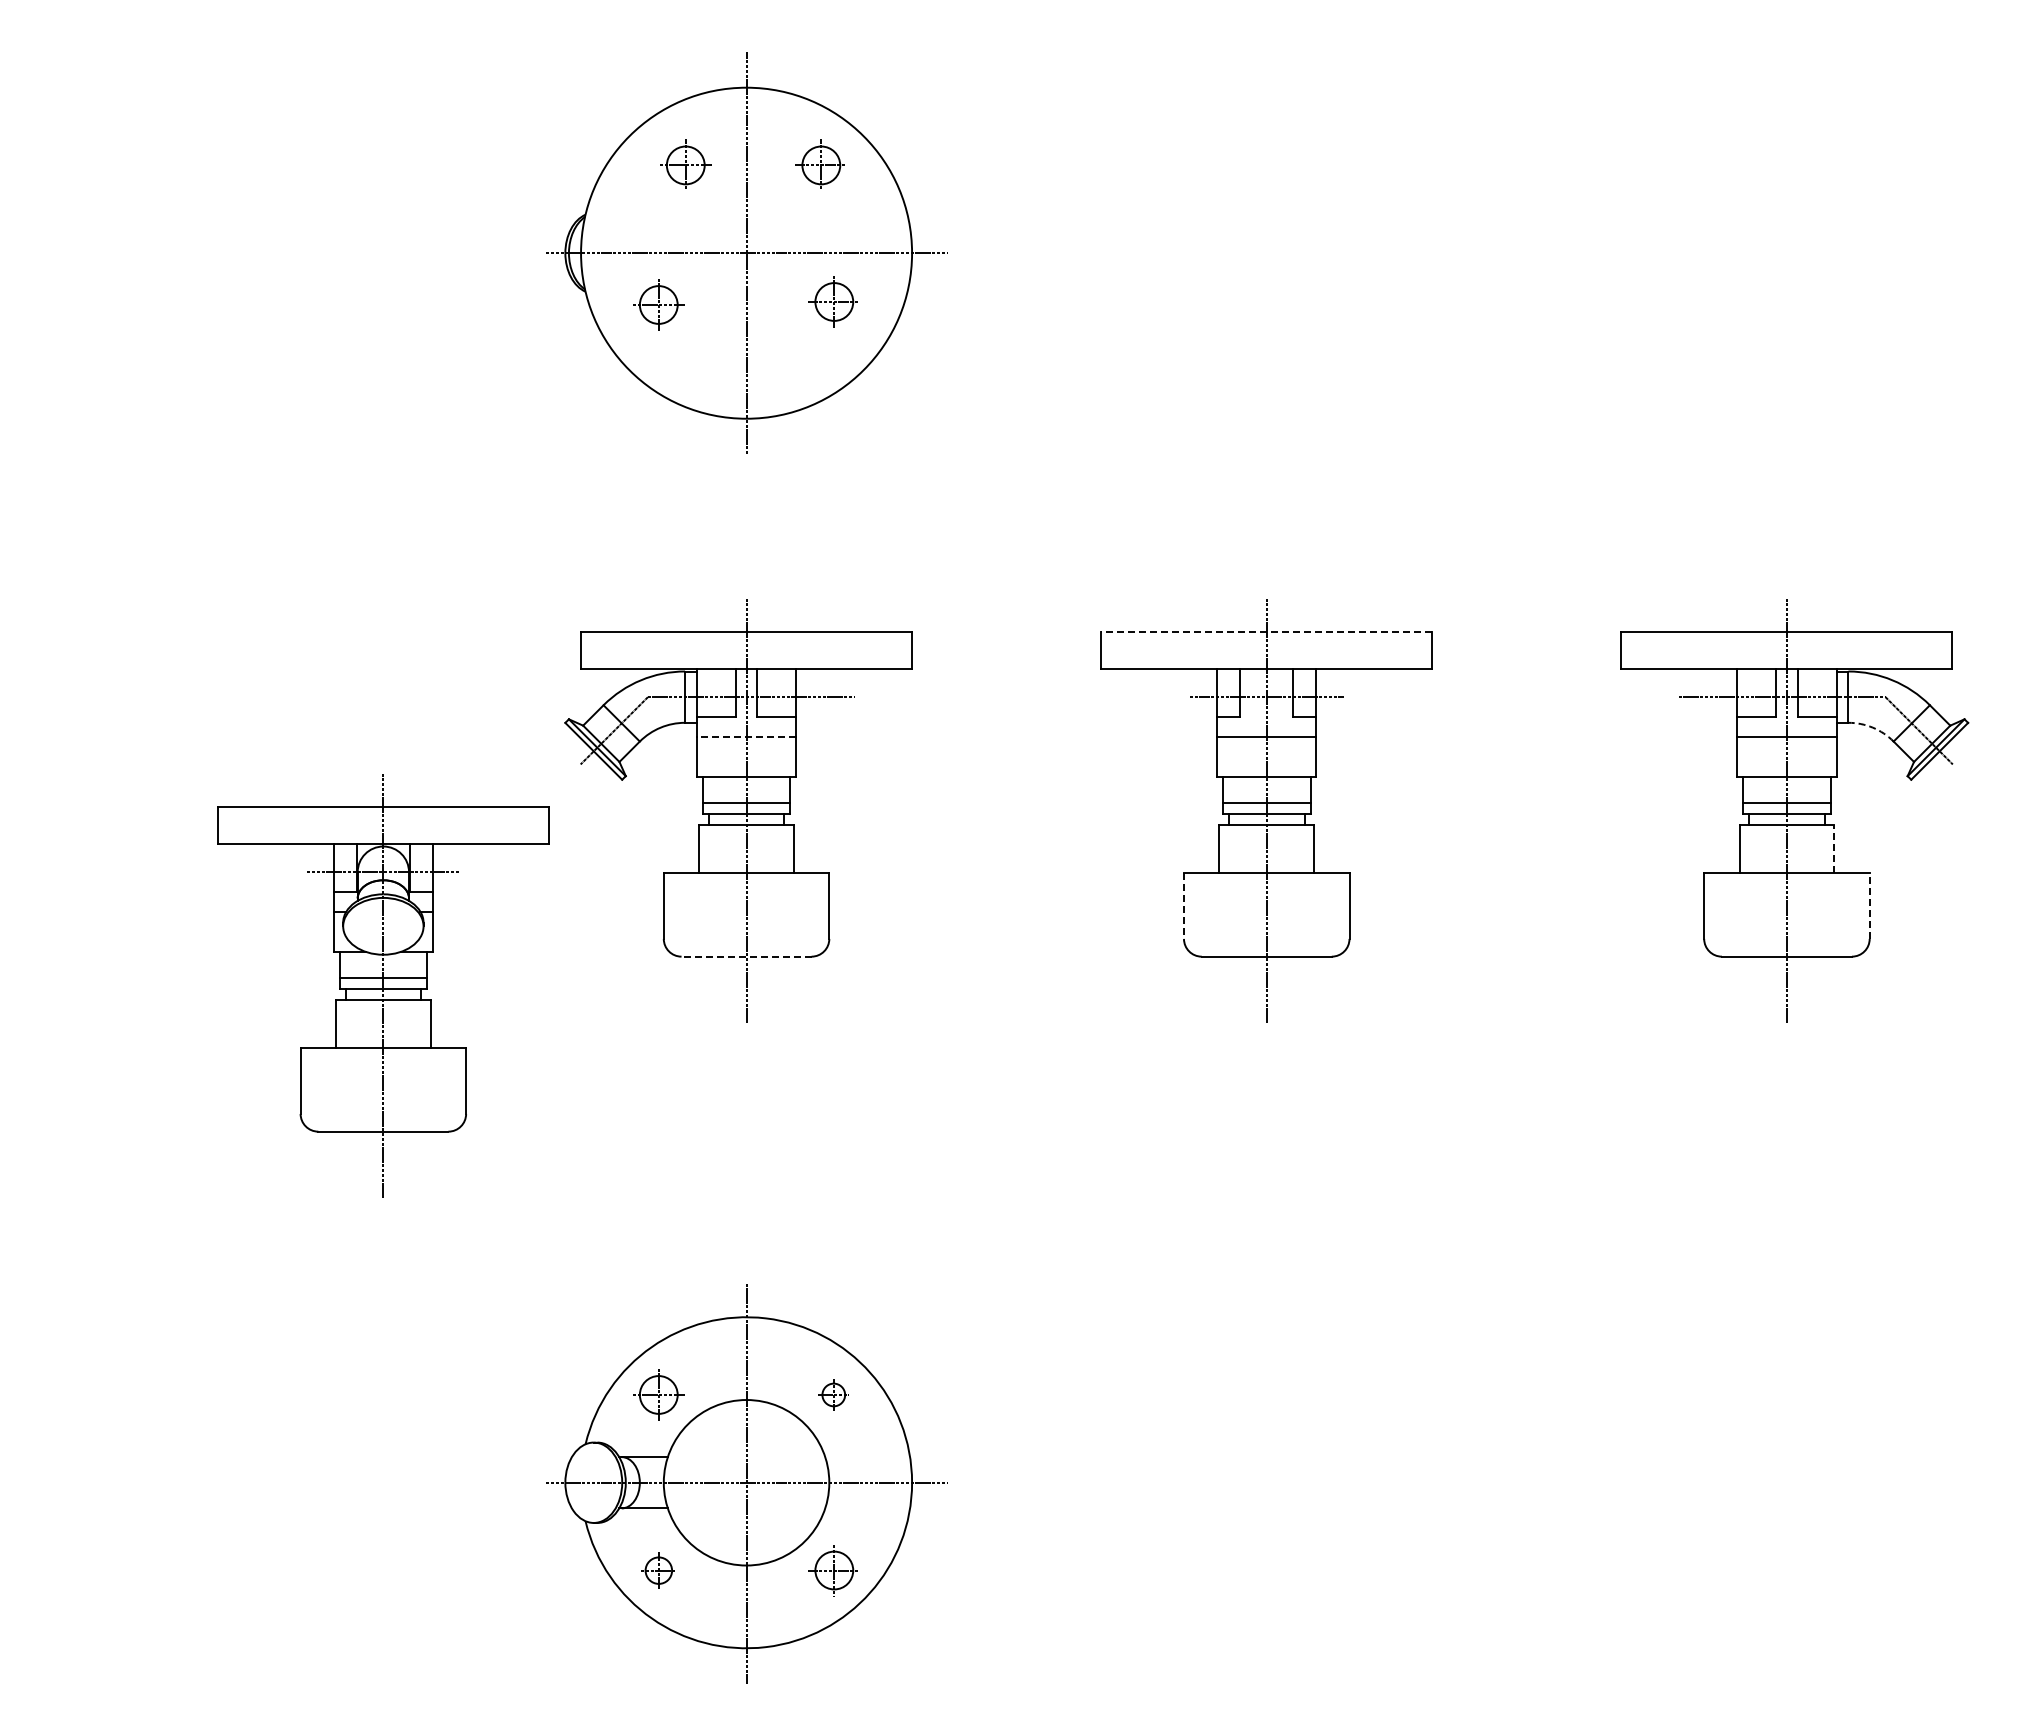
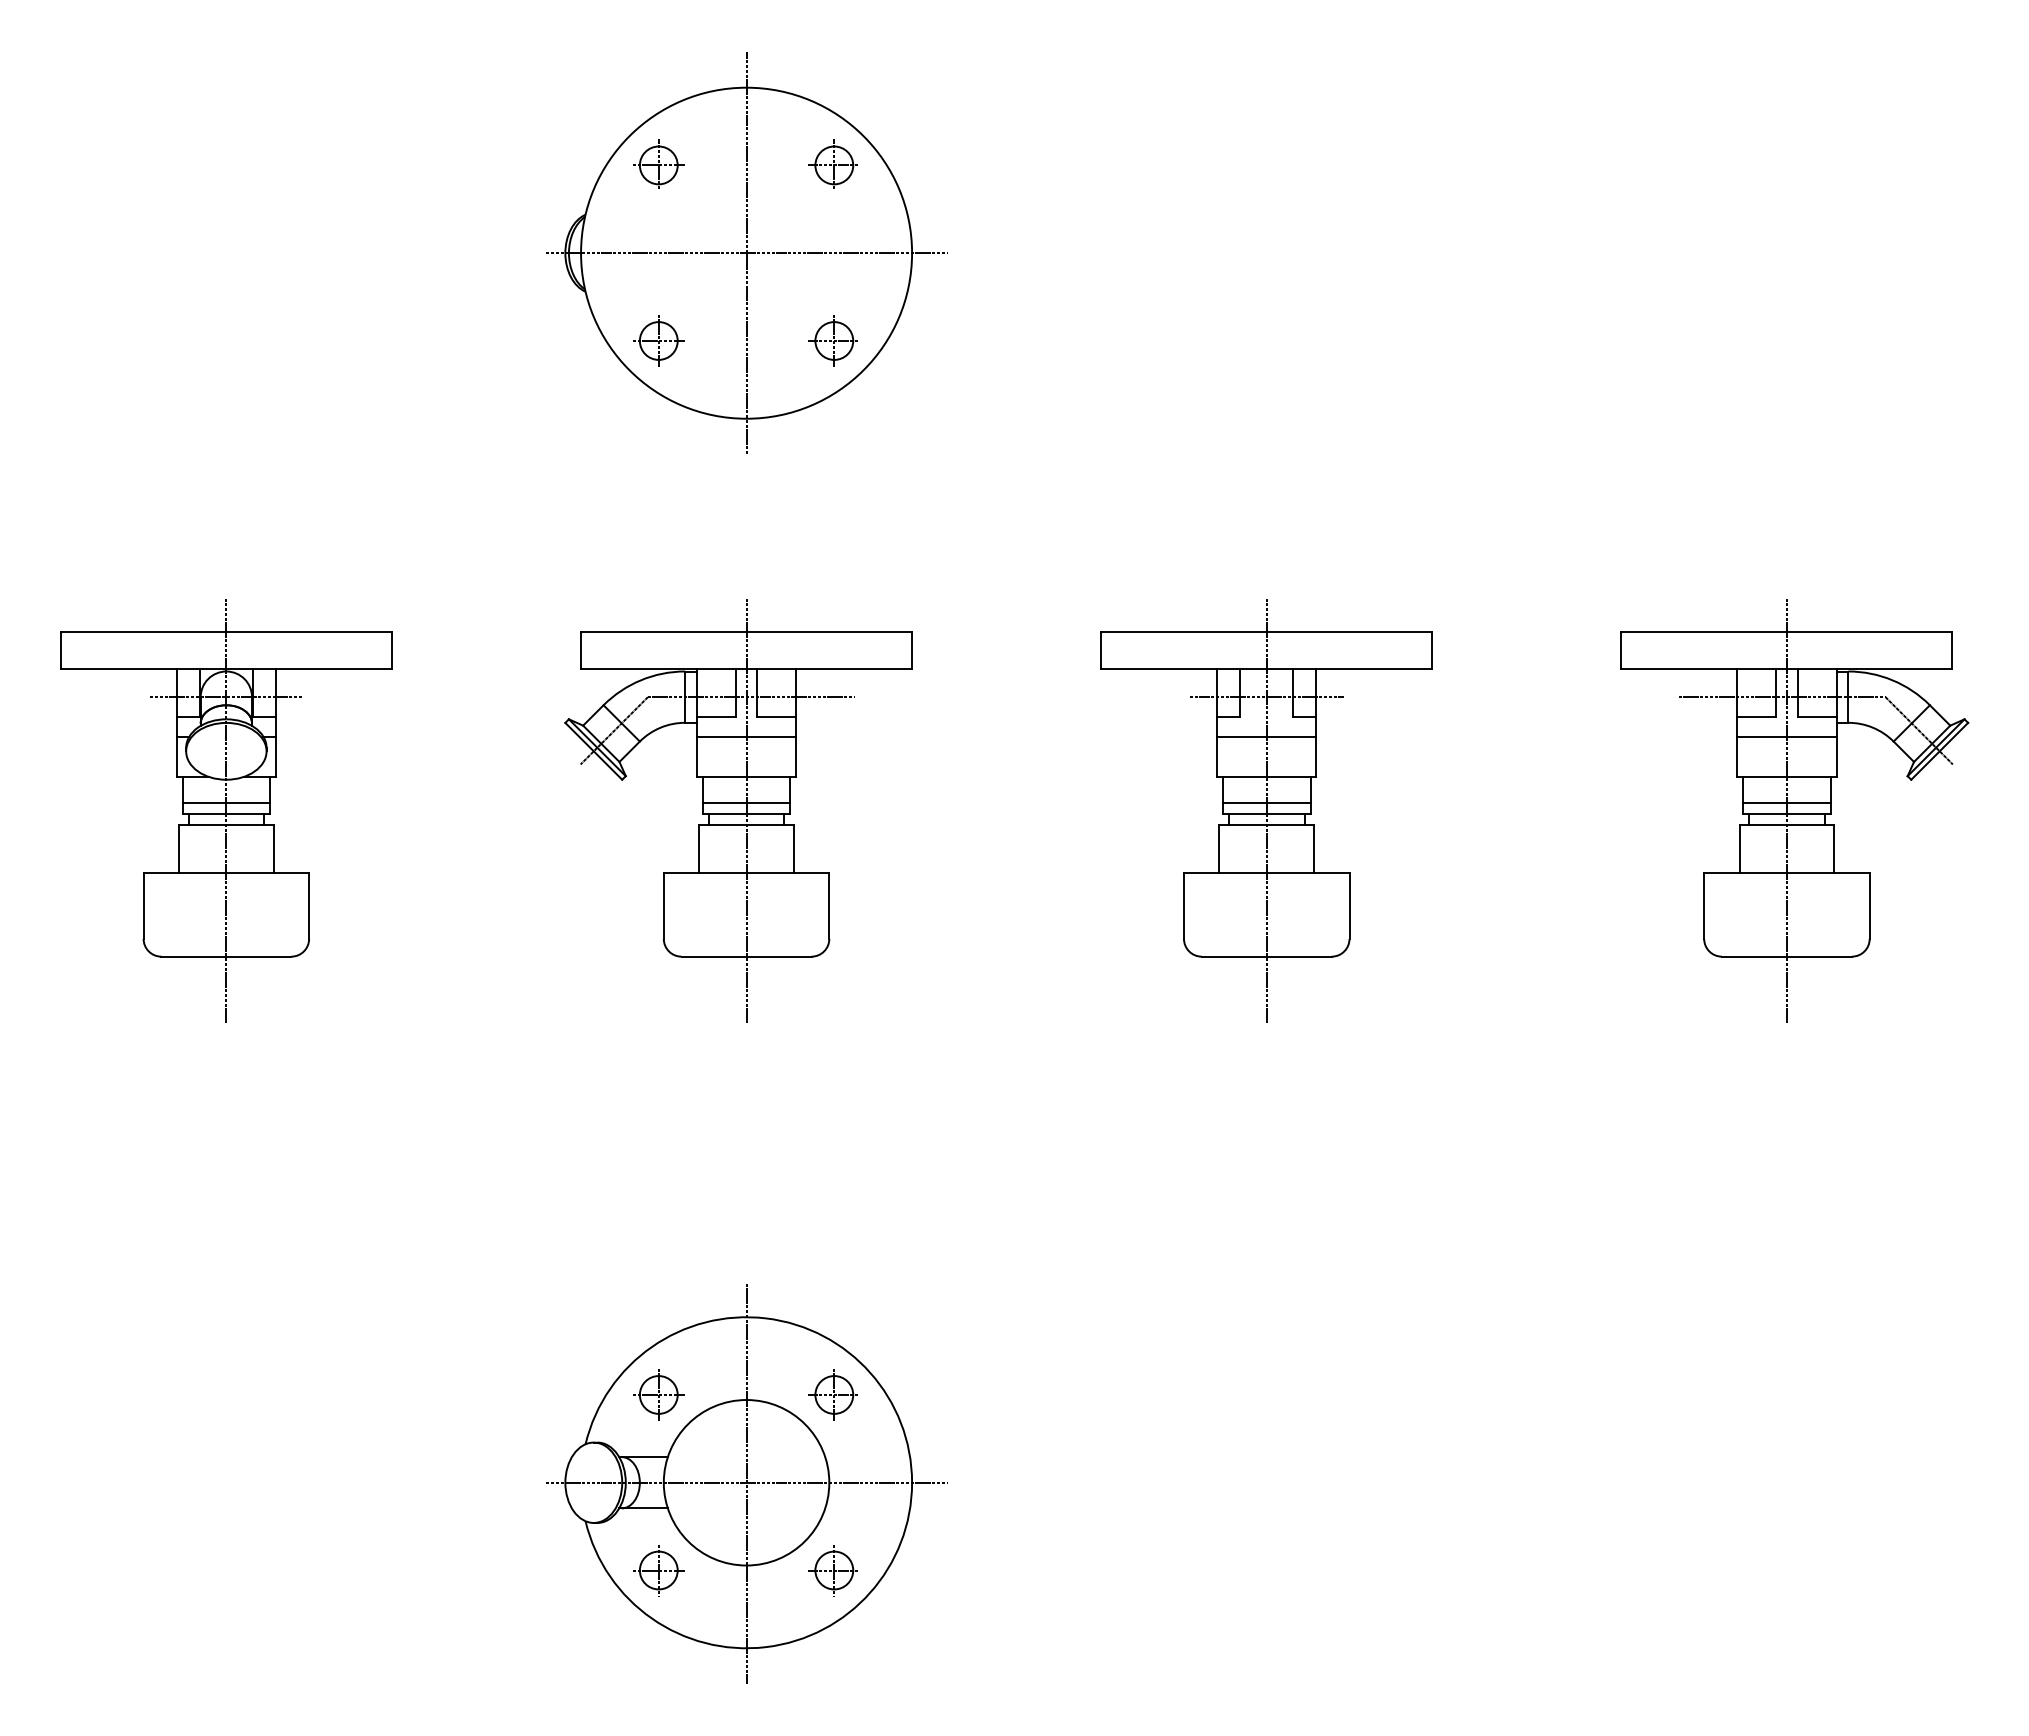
part at (685, 163) position: (685, 163) -> (658, 163)
part at (819, 163) position: (819, 163) -> (832, 163)
part at (832, 301) position: (832, 301) -> (832, 340)
part at (658, 304) position: (658, 304) -> (658, 340)
line at (1266, 631): dashed -> solid
arc at (1872, 727): dashed -> solid
line at (746, 736): dashed -> solid
line at (1834, 849): dashed -> solid
line at (1869, 905): dashed -> solid
line at (1183, 906): dashed -> solid
line at (746, 956): dashed -> solid
part at (383, 985) position: (383, 985) -> (226, 810)
part at (833, 1394) size: 31x32 px -> 50x52 px
part at (657, 1570) size: 34x37 px -> 52x52 px
